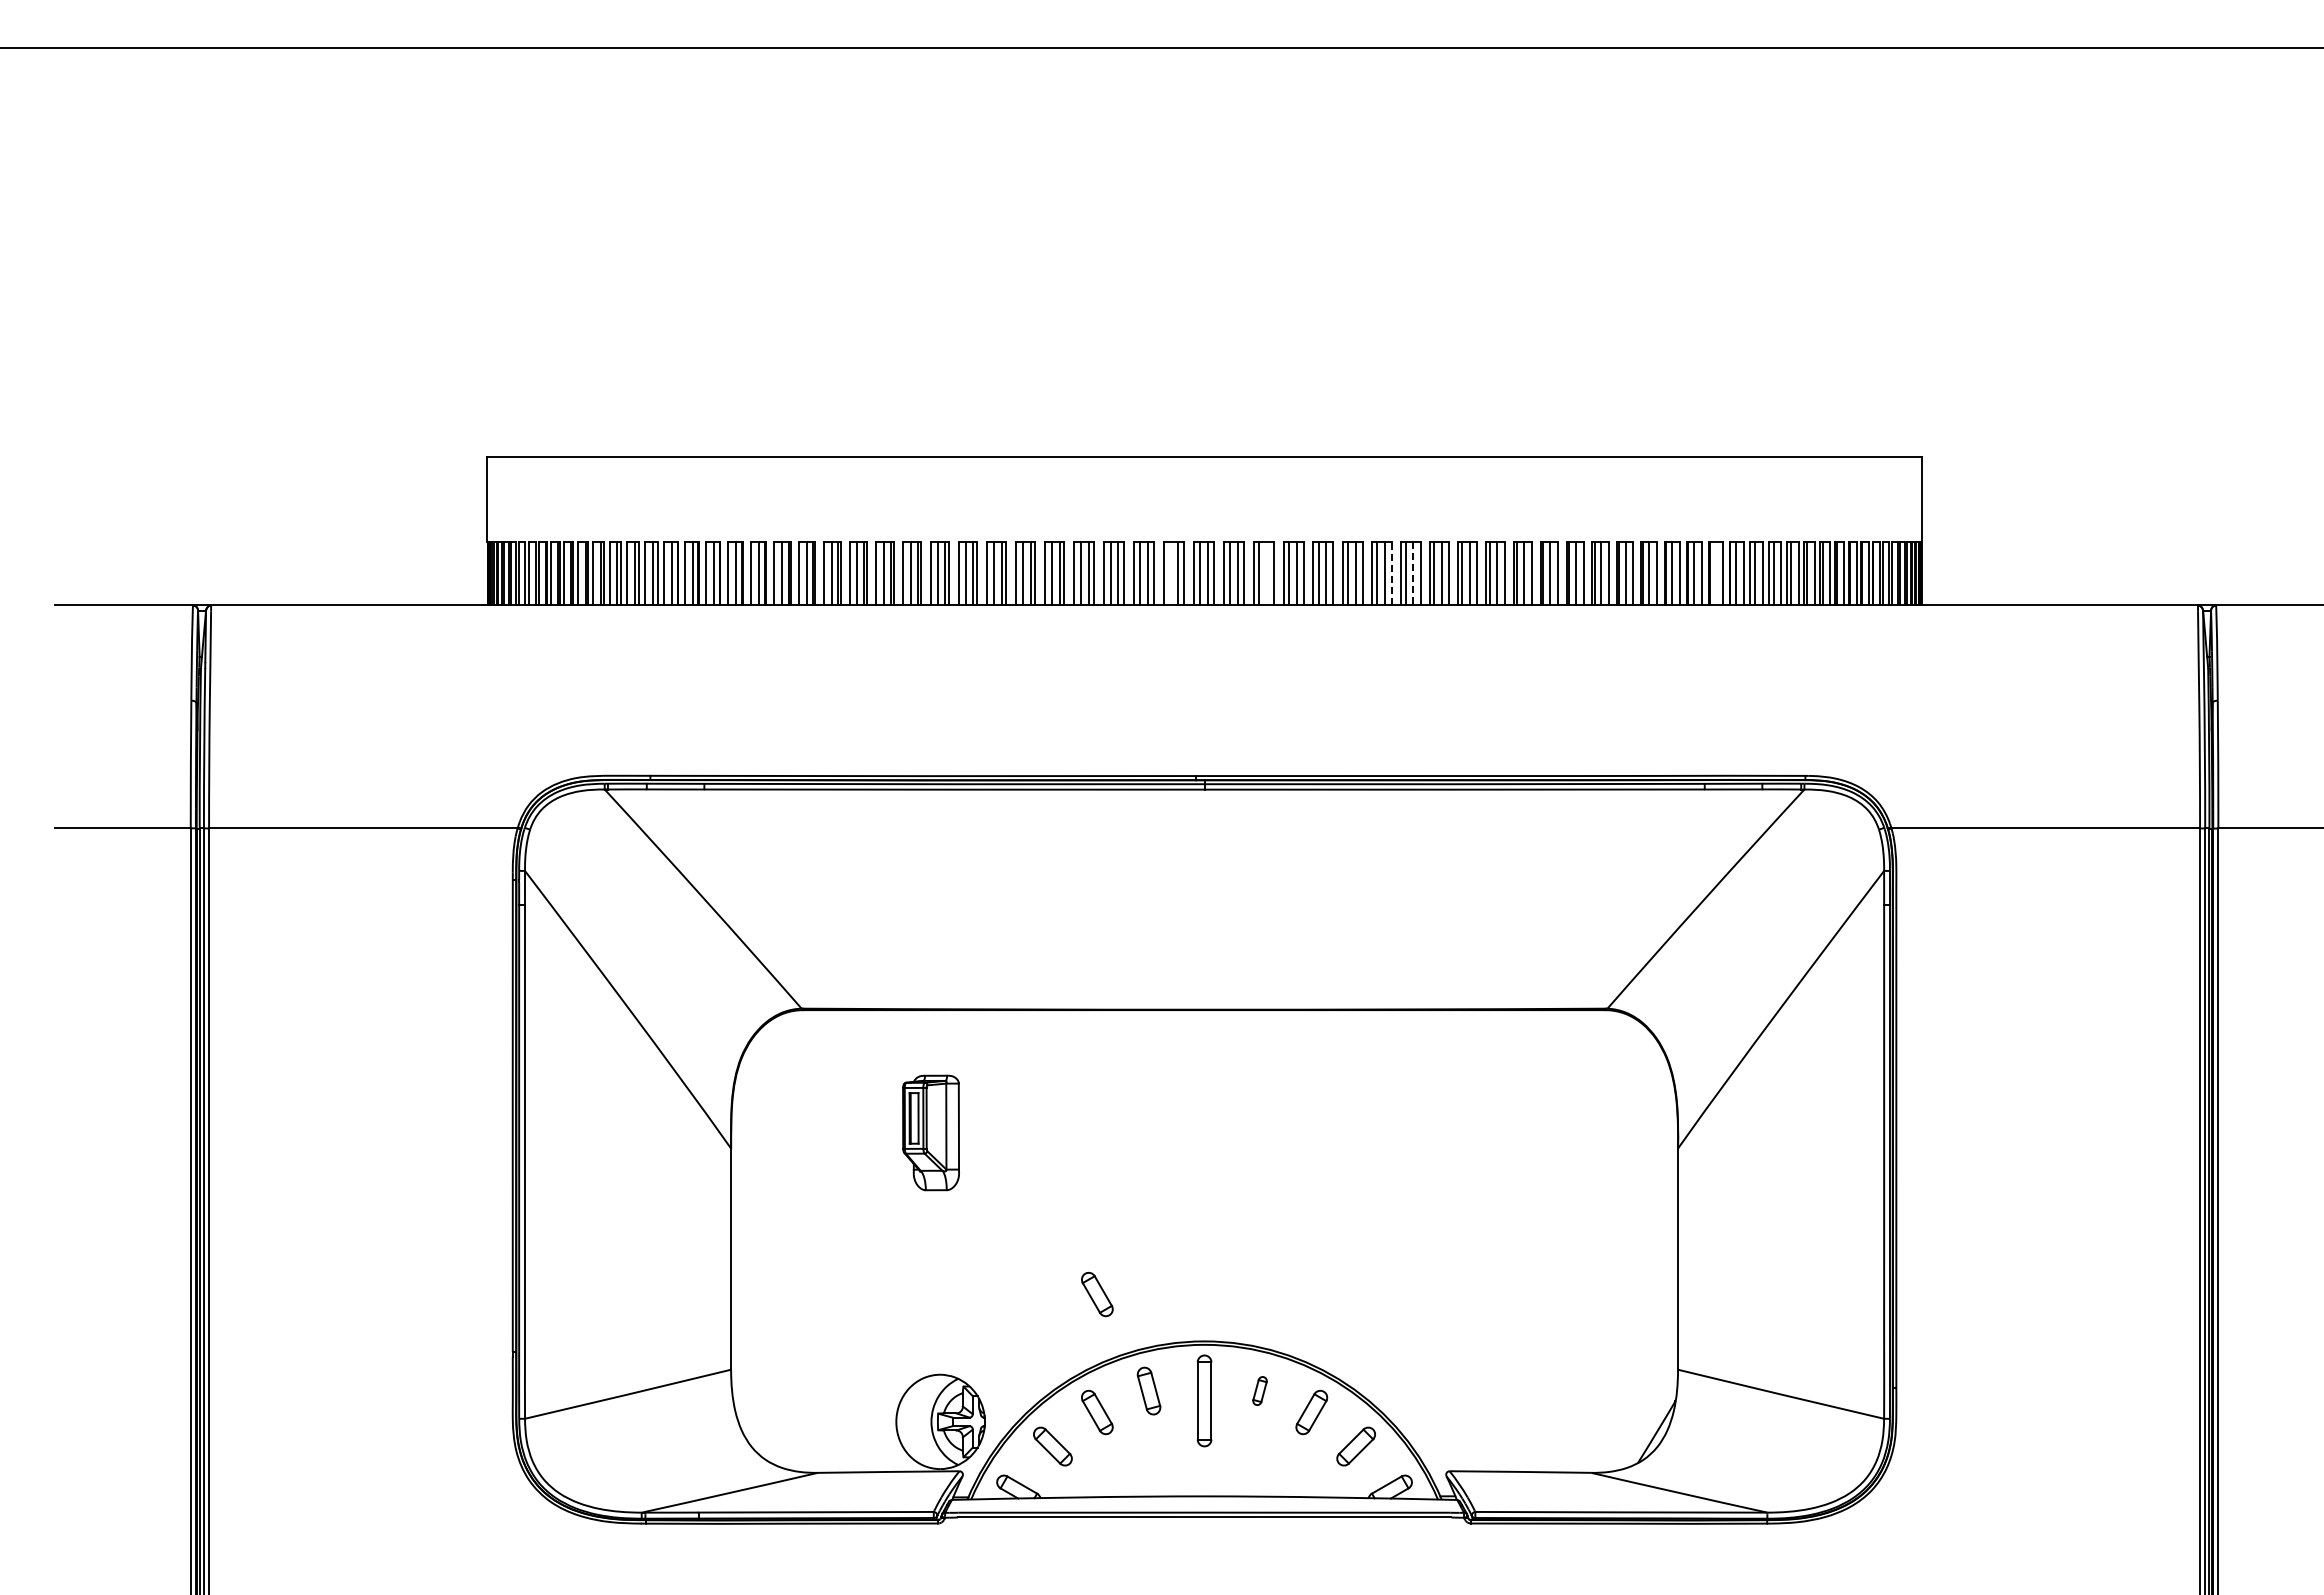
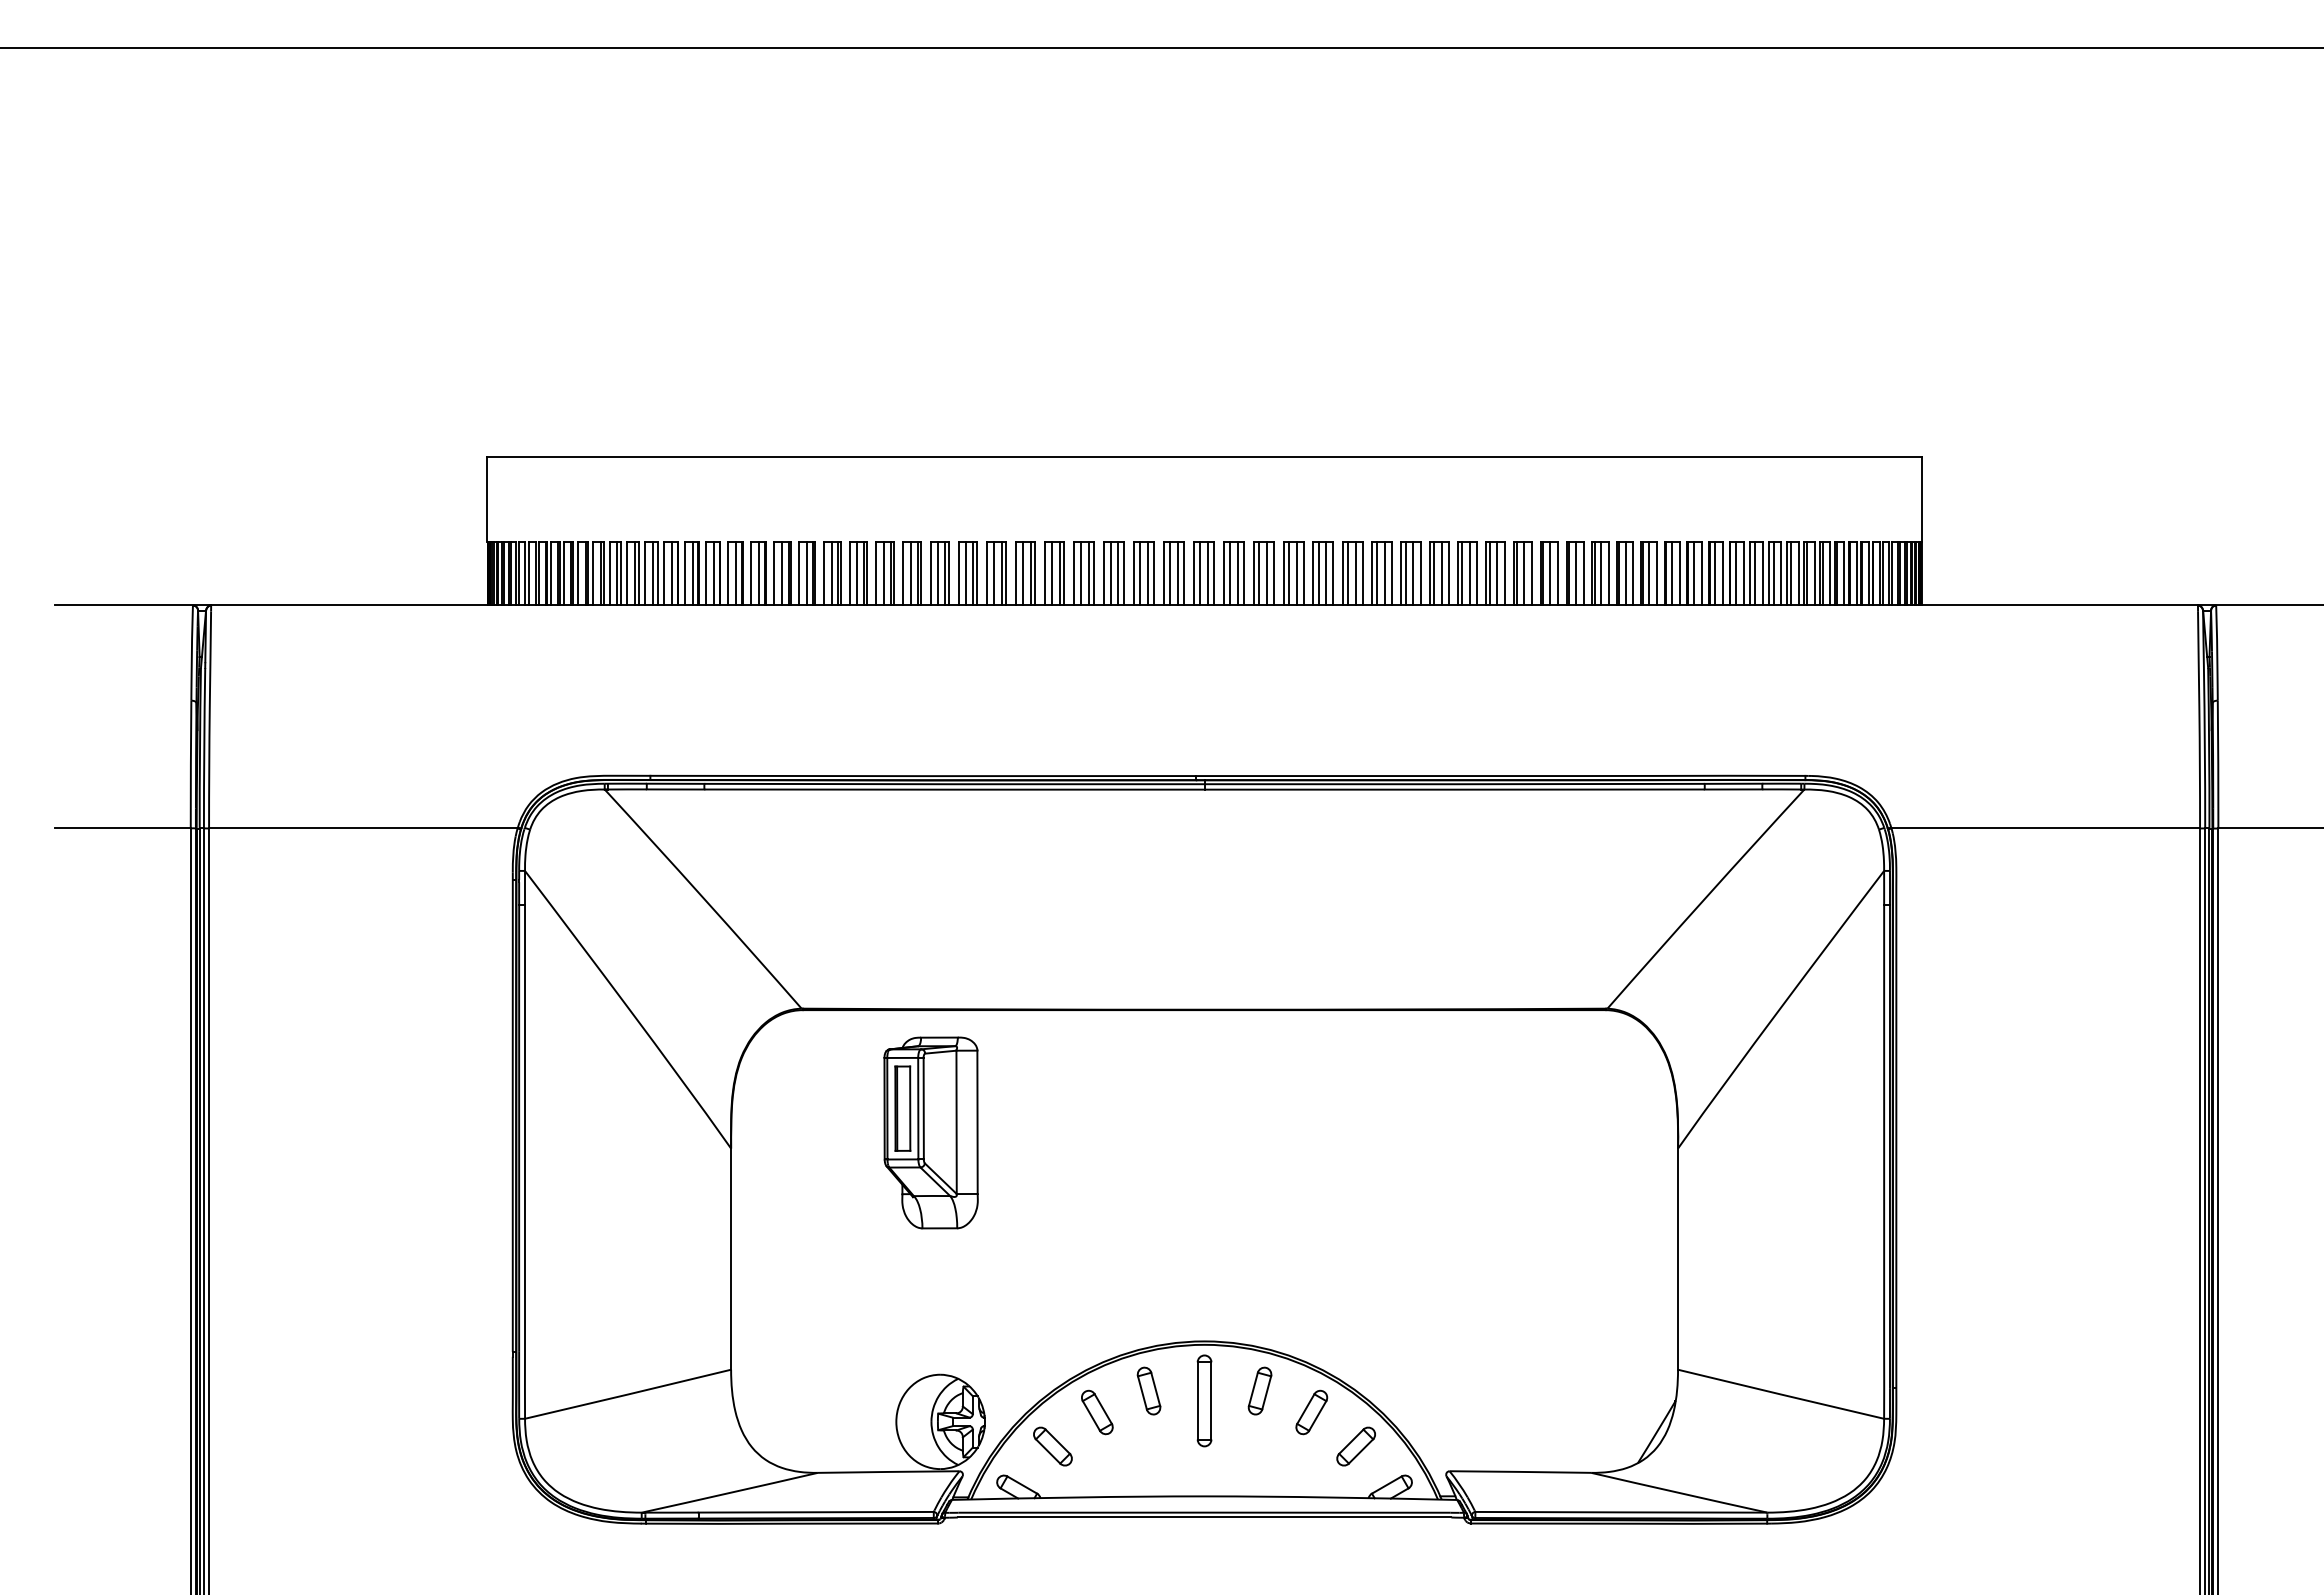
line at (1169, 573): none -> present
line at (1267, 573): none -> present
line at (1391, 573): dashed -> solid
line at (1413, 573): dashed -> solid
line at (1715, 573): none -> present
part at (930, 1132) size: 58x118 px -> 96x194 px
part at (1097, 1294): present -> none
part at (1259, 1390) size: 16x30 px -> 26x50 px
